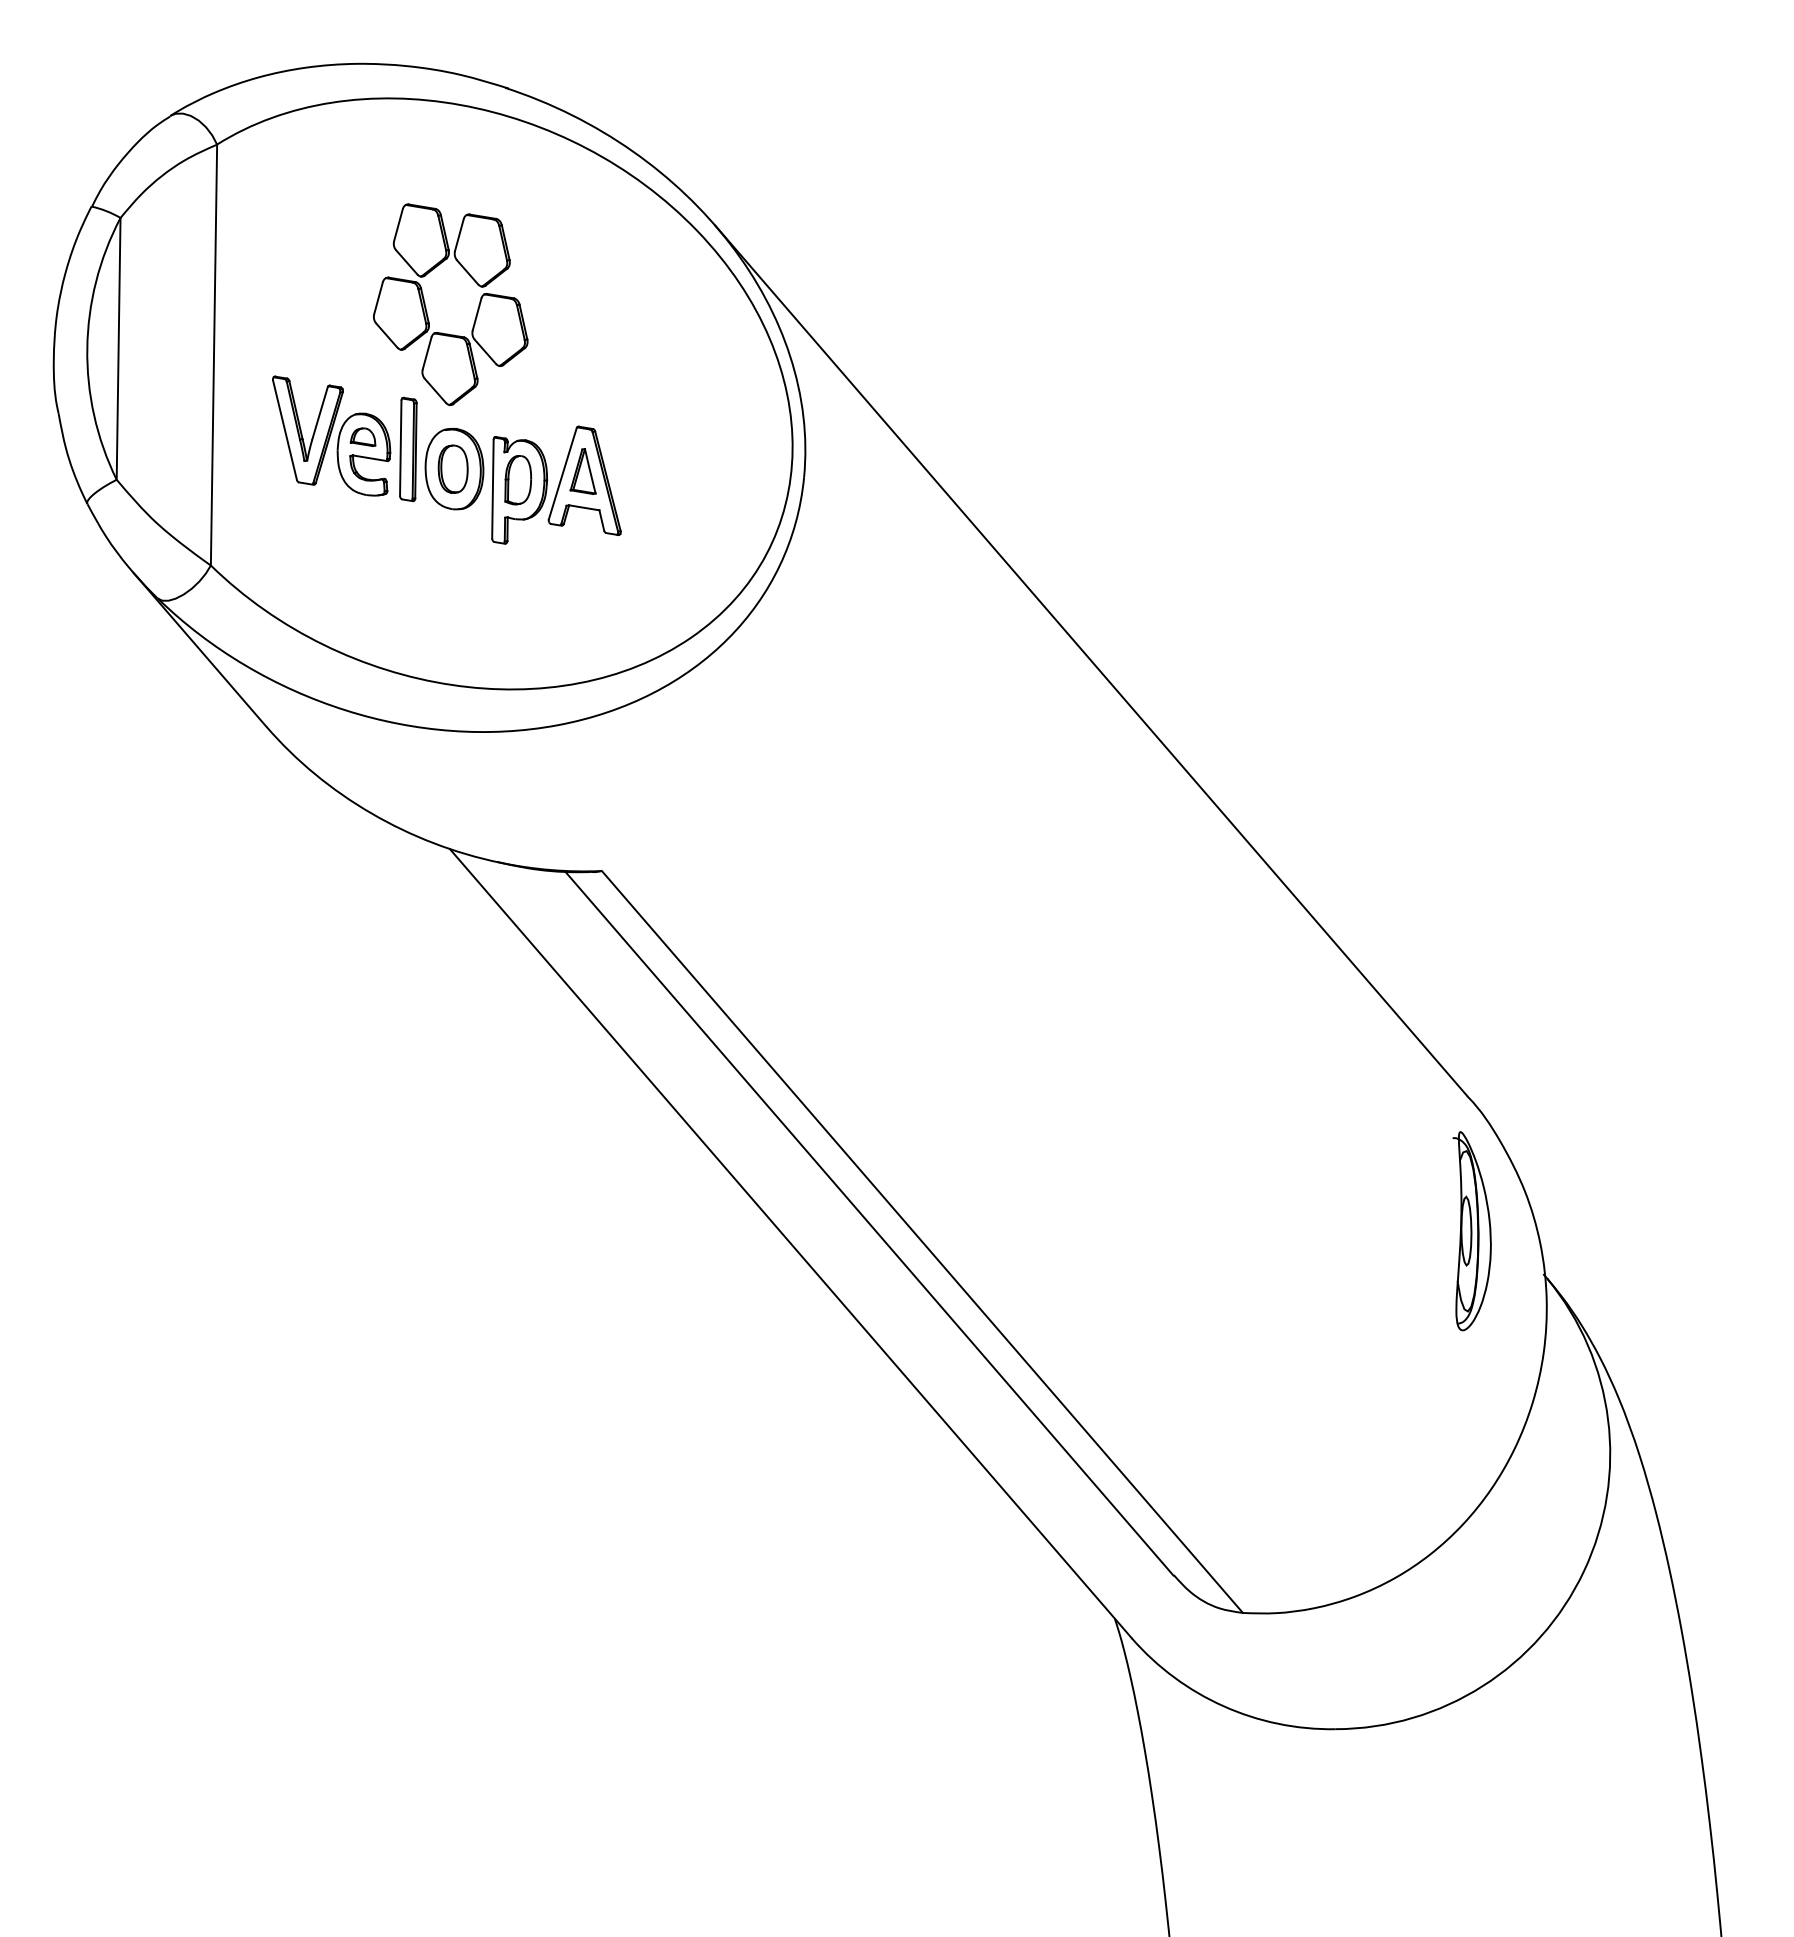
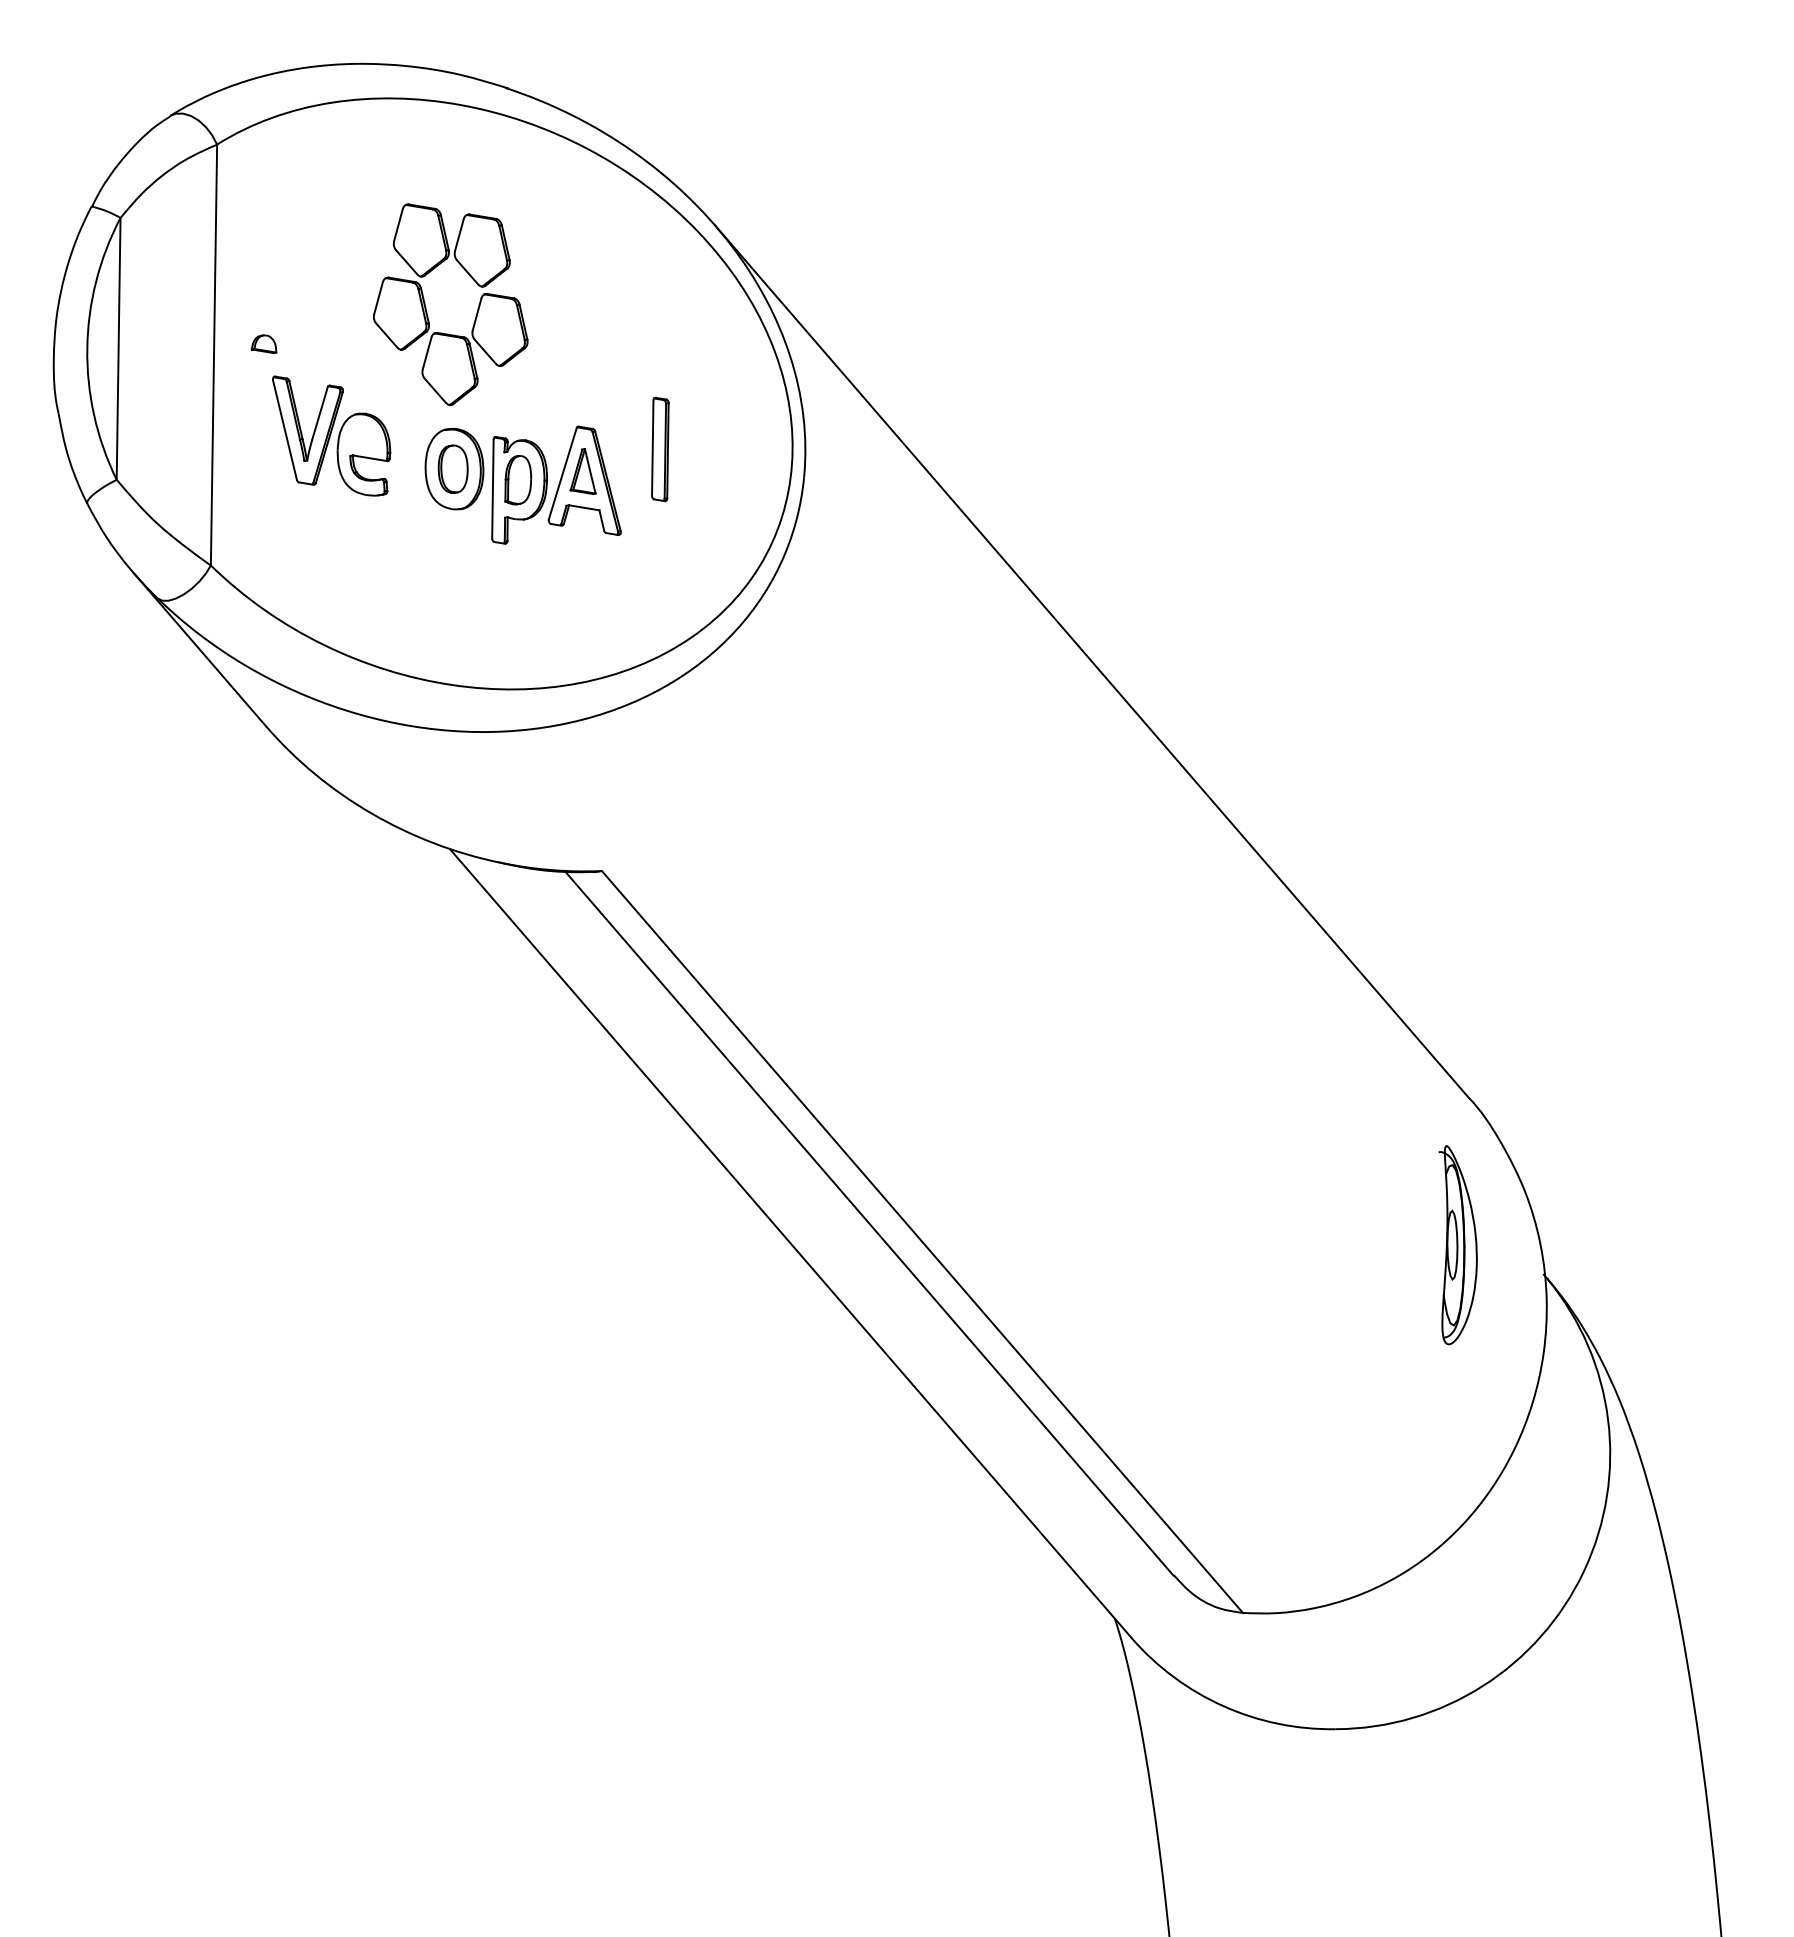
part at (362, 436) position: (362, 436) -> (263, 343)
part at (408, 449) position: (408, 449) -> (660, 449)
part at (1471, 1231) position: (1471, 1231) -> (1457, 1245)
